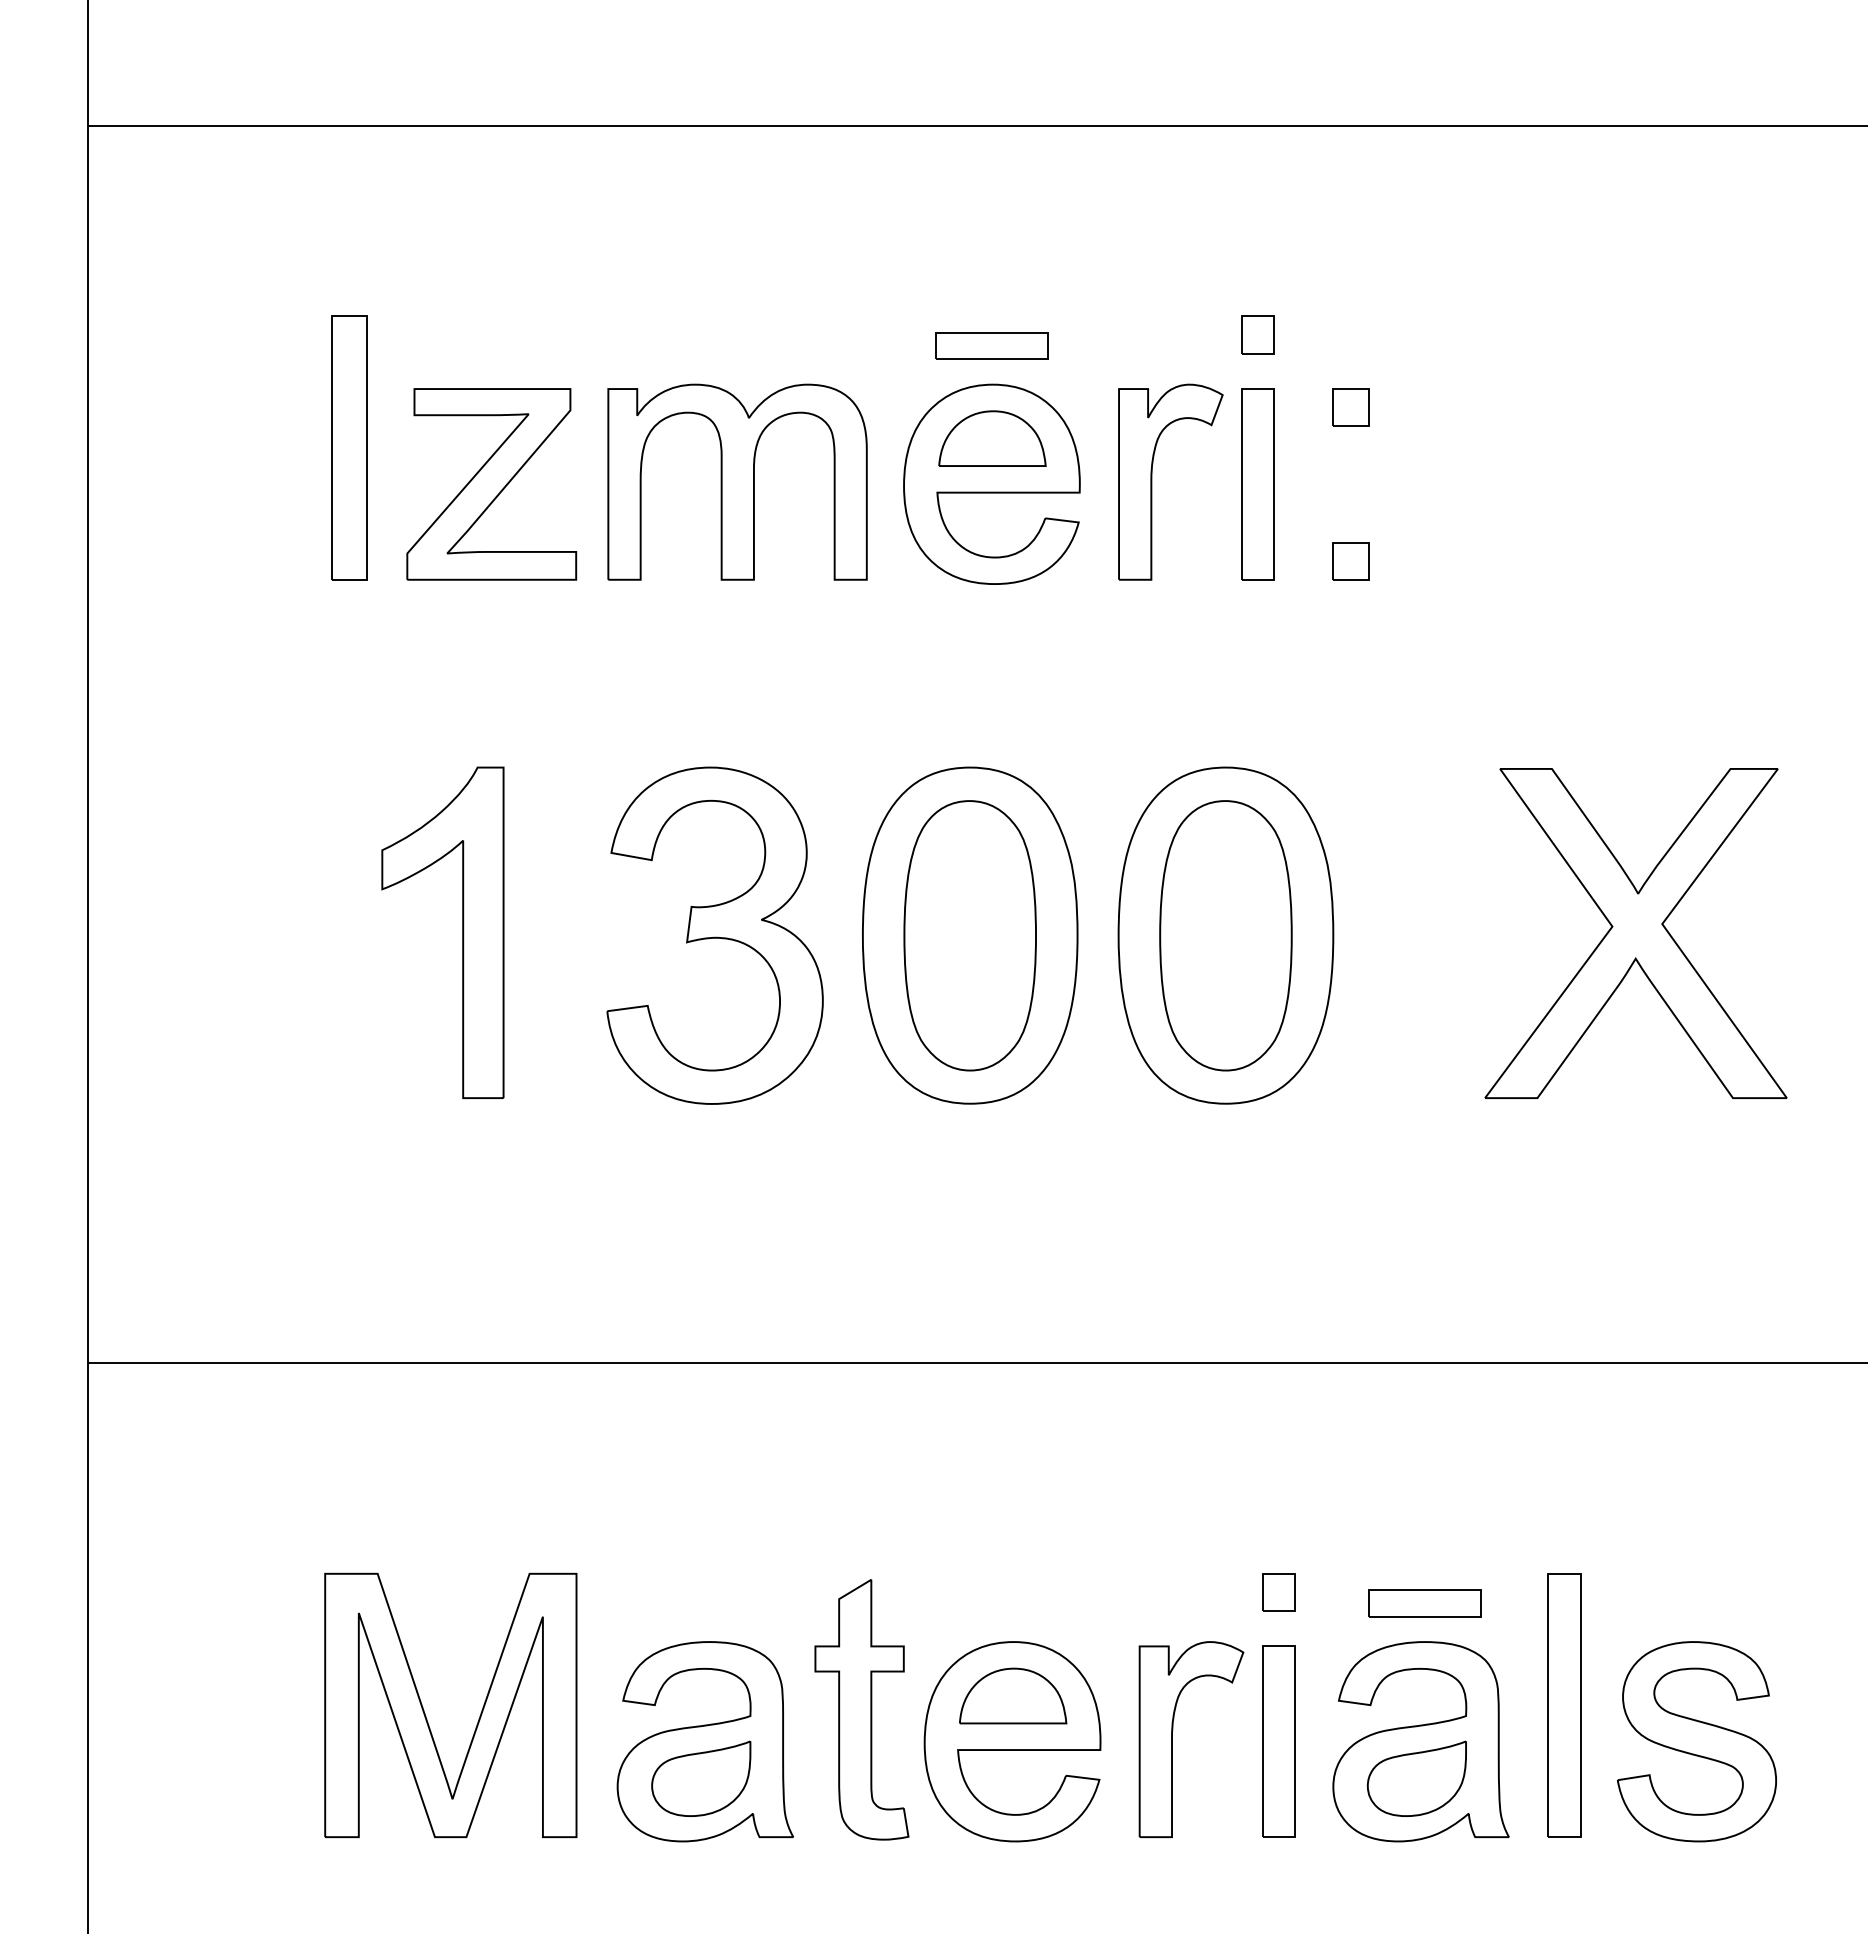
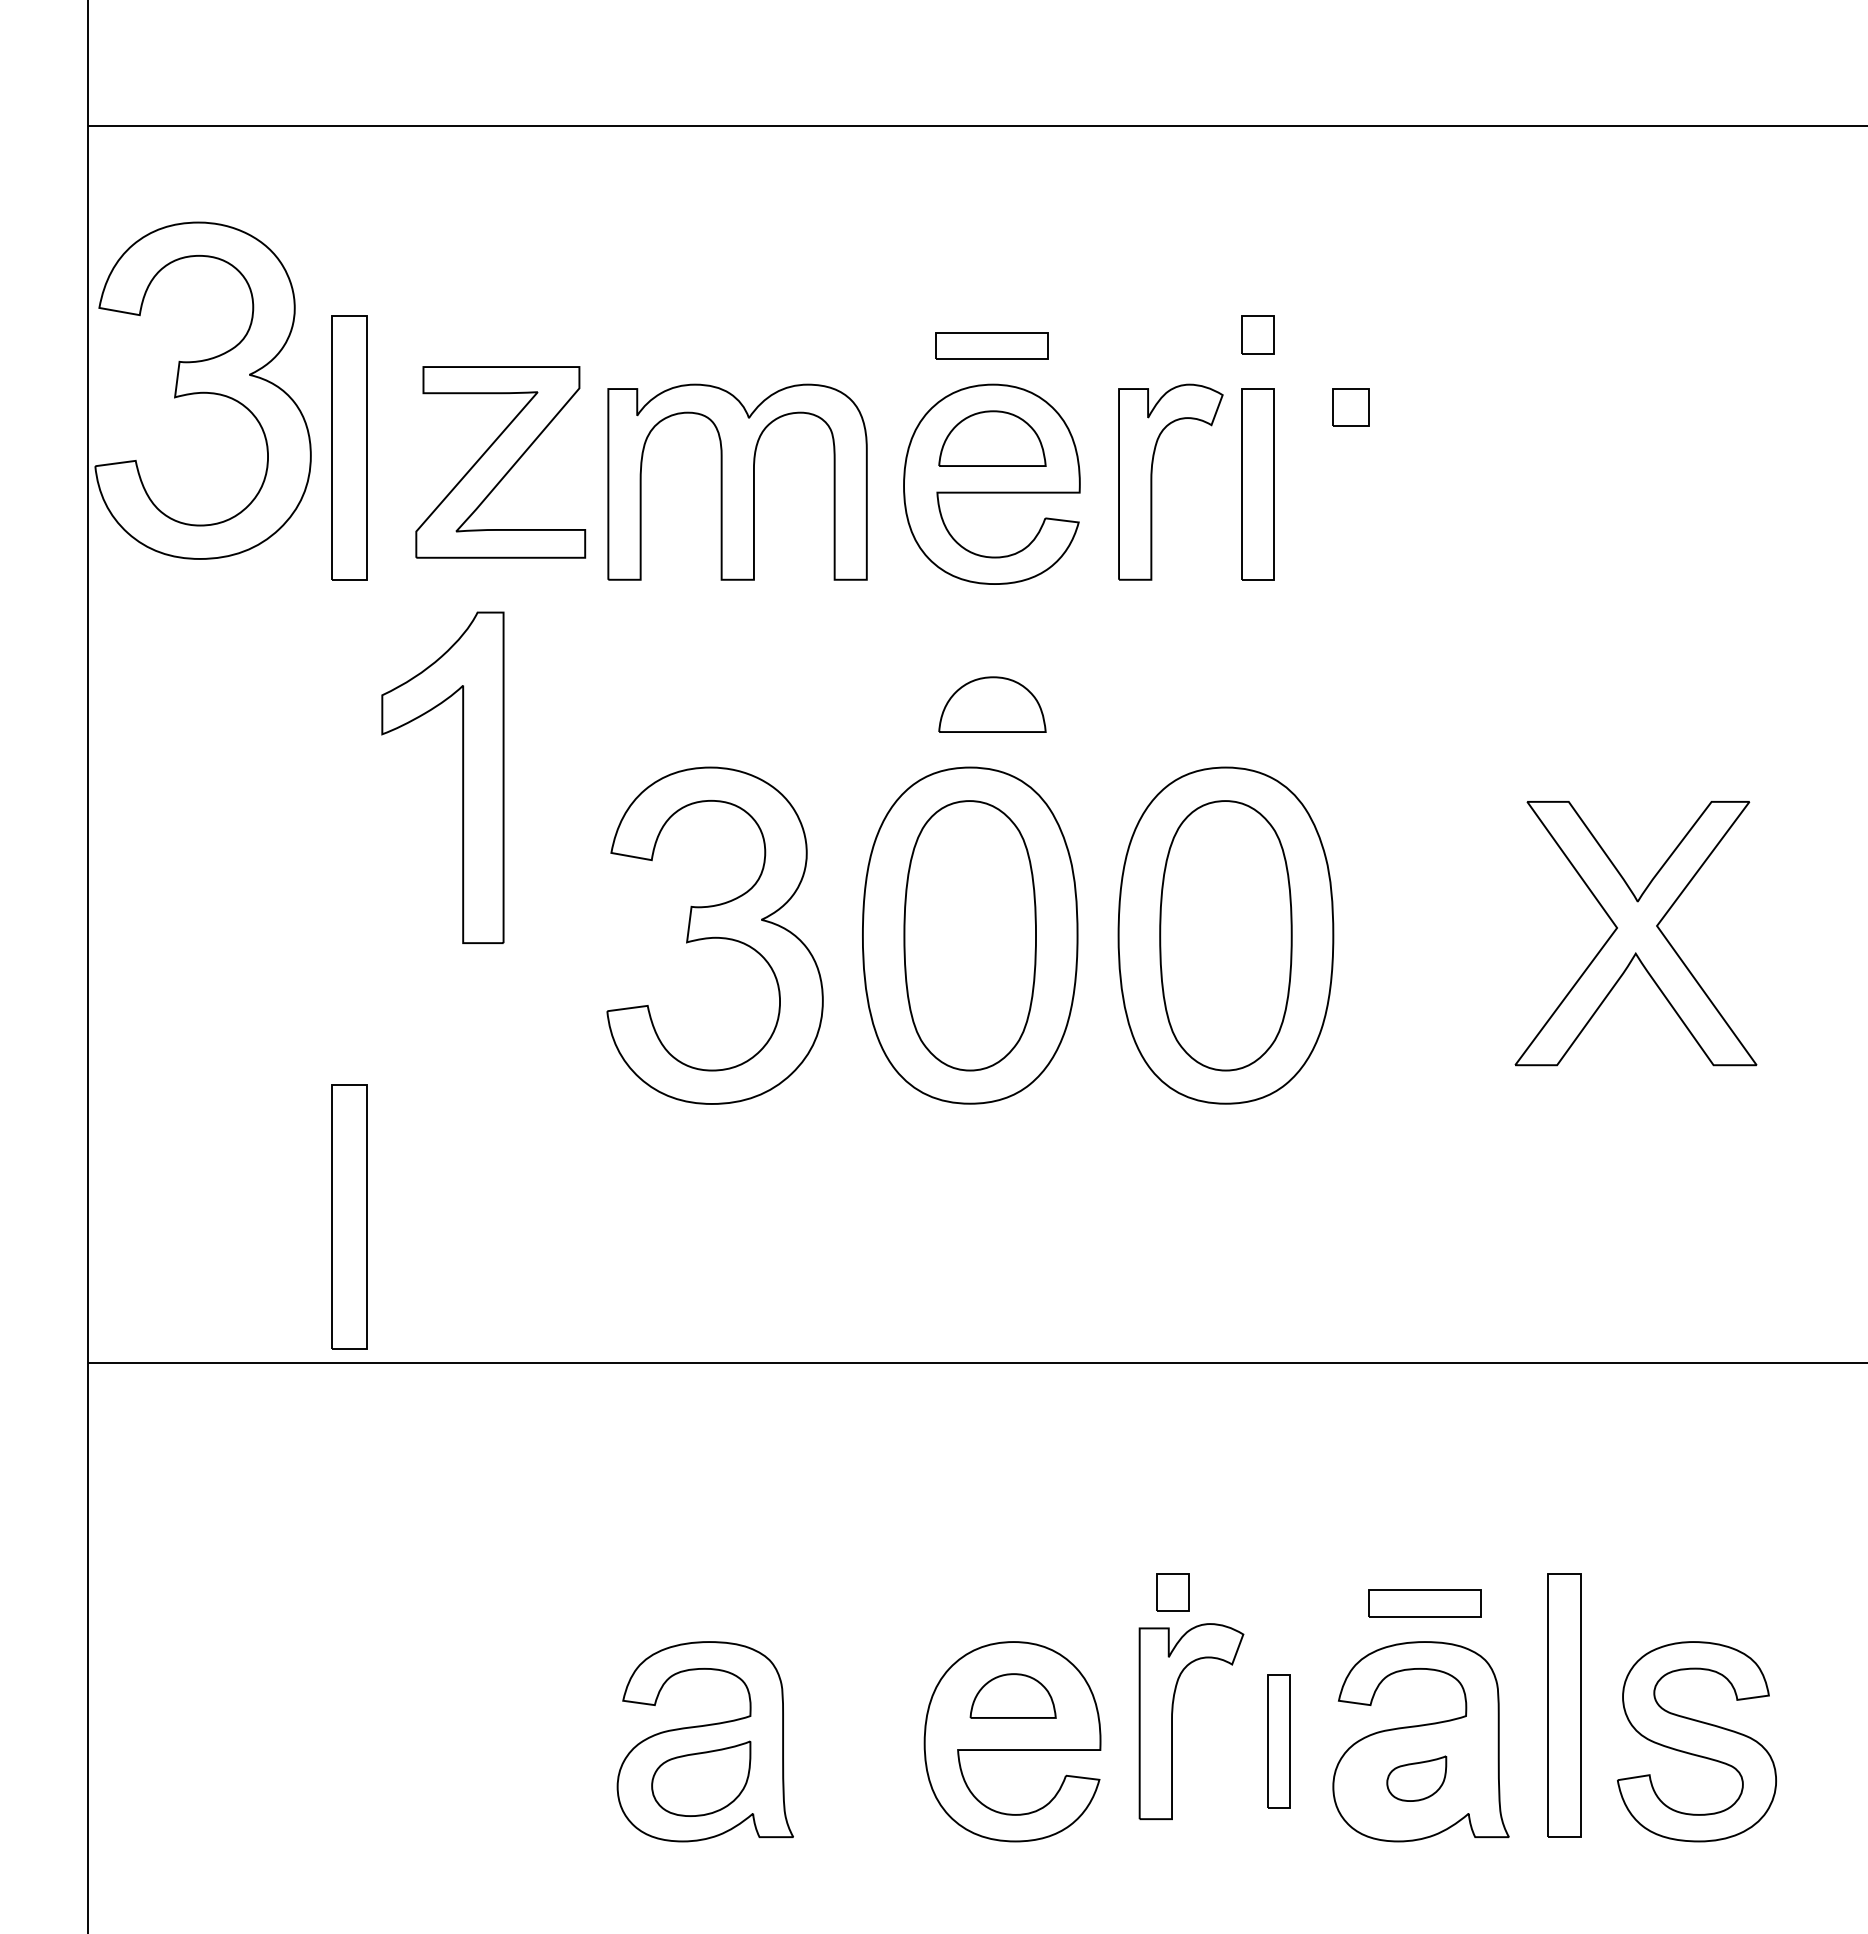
part at (202, 390): none -> present
part at (491, 484) position: (491, 484) -> (500, 462)
part at (1350, 561): present -> none
part at (992, 704): none -> present
part at (462, 932) position: (462, 932) -> (462, 777)
part at (1635, 933) size: 304x331 px -> 244x266 px
part at (349, 1216): none -> present
part at (1278, 1592) position: (1278, 1592) -> (1172, 1592)
part at (1013, 1695) size: 109x58 px -> 88x46 px
part at (861, 1709): present -> none
part at (425, 1713): present -> none
part at (1172, 1739) position: (1172, 1739) -> (1172, 1721)
part at (1278, 1741) size: 34x193 px -> 24x135 px
part at (1416, 1778) size: 101x77 px -> 62x47 px
